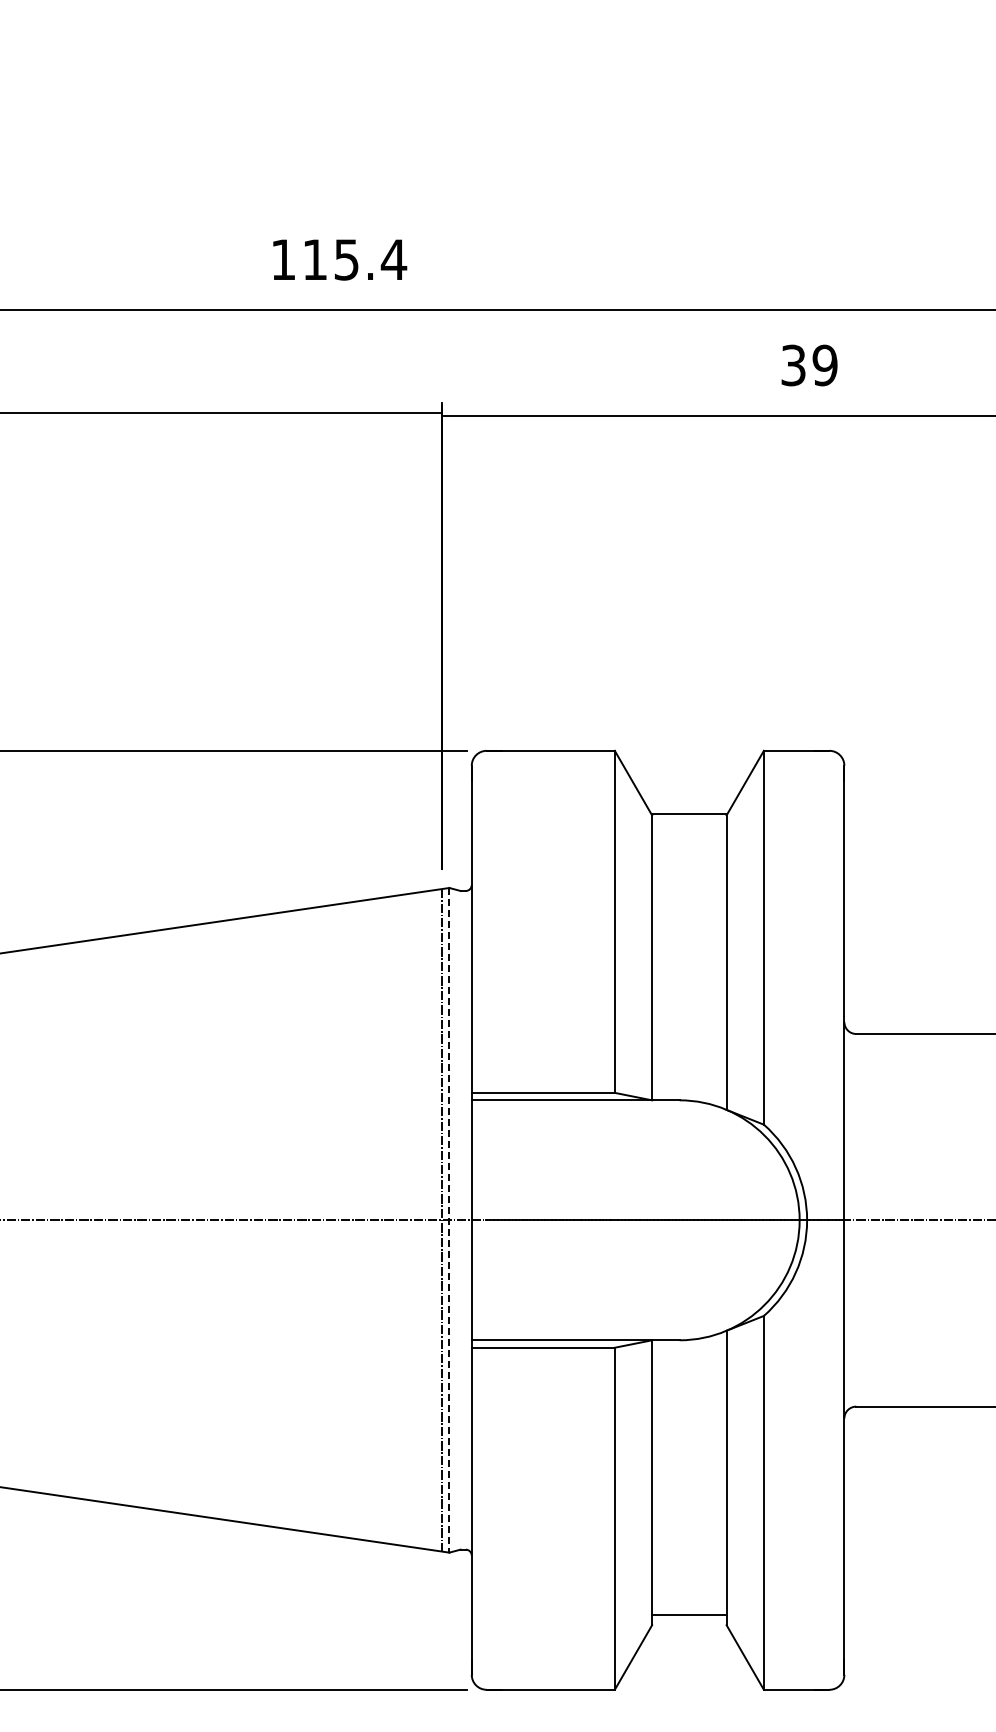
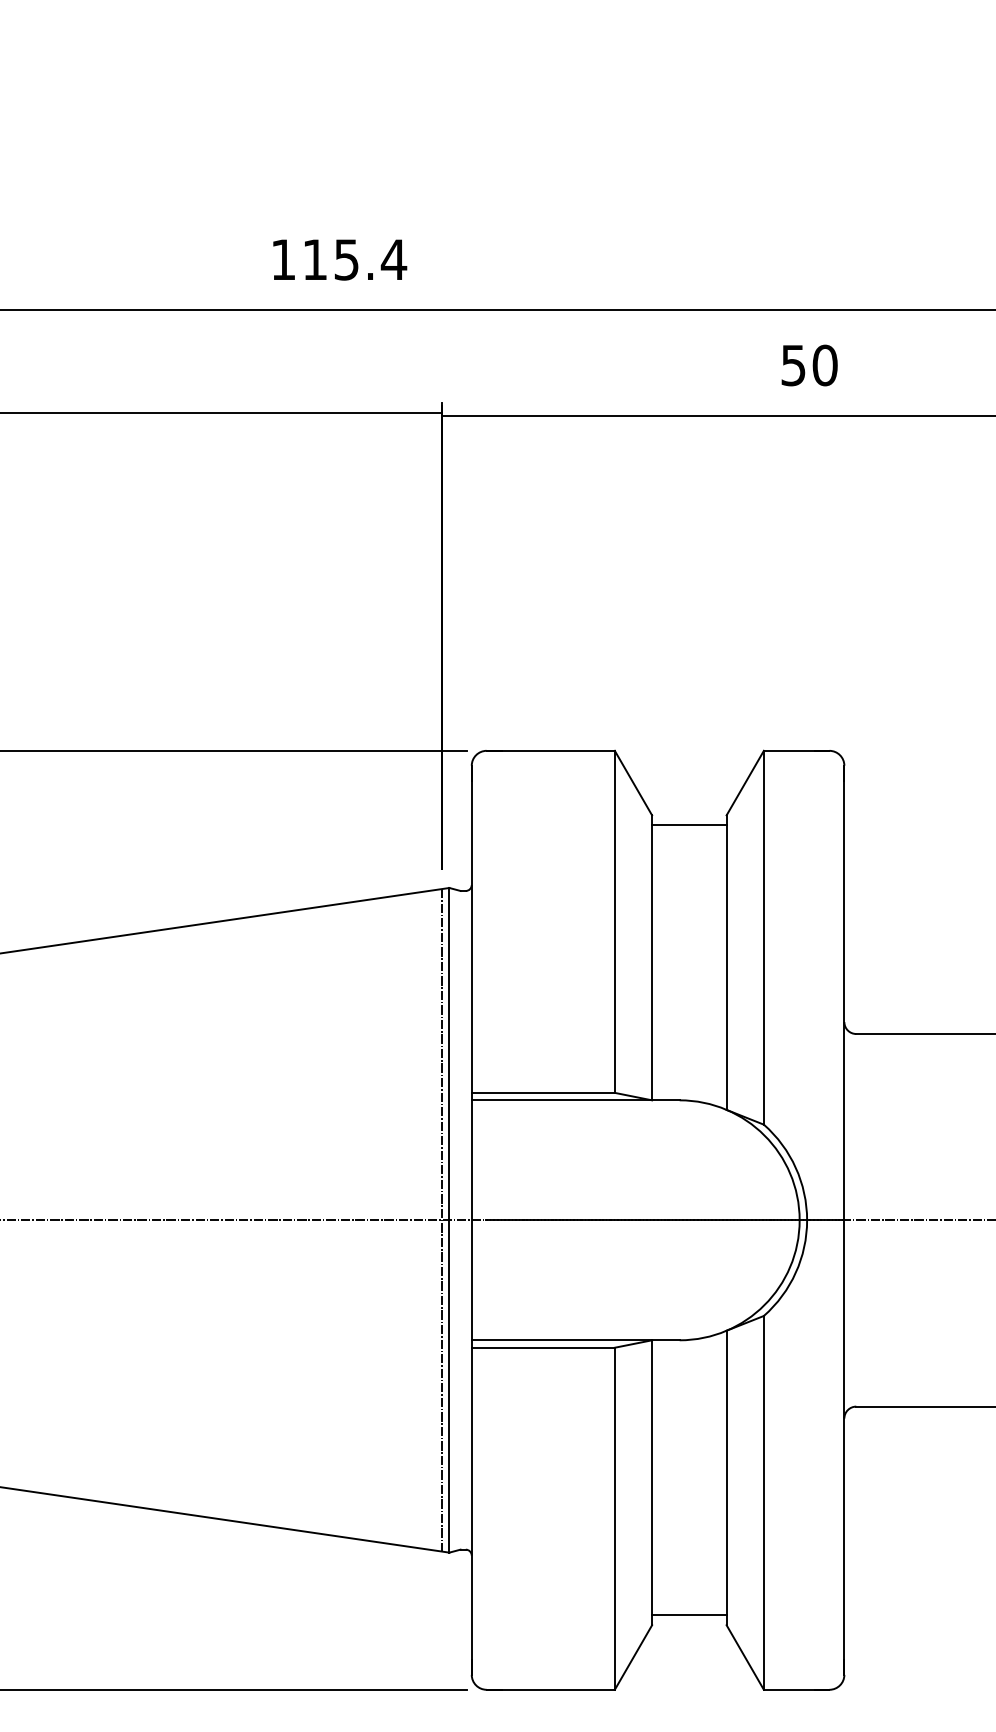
text at (809, 365): 39 -> 50
line at (689, 814) position: (689, 814) -> (689, 825)
line at (449, 1220): dashed -> solid
